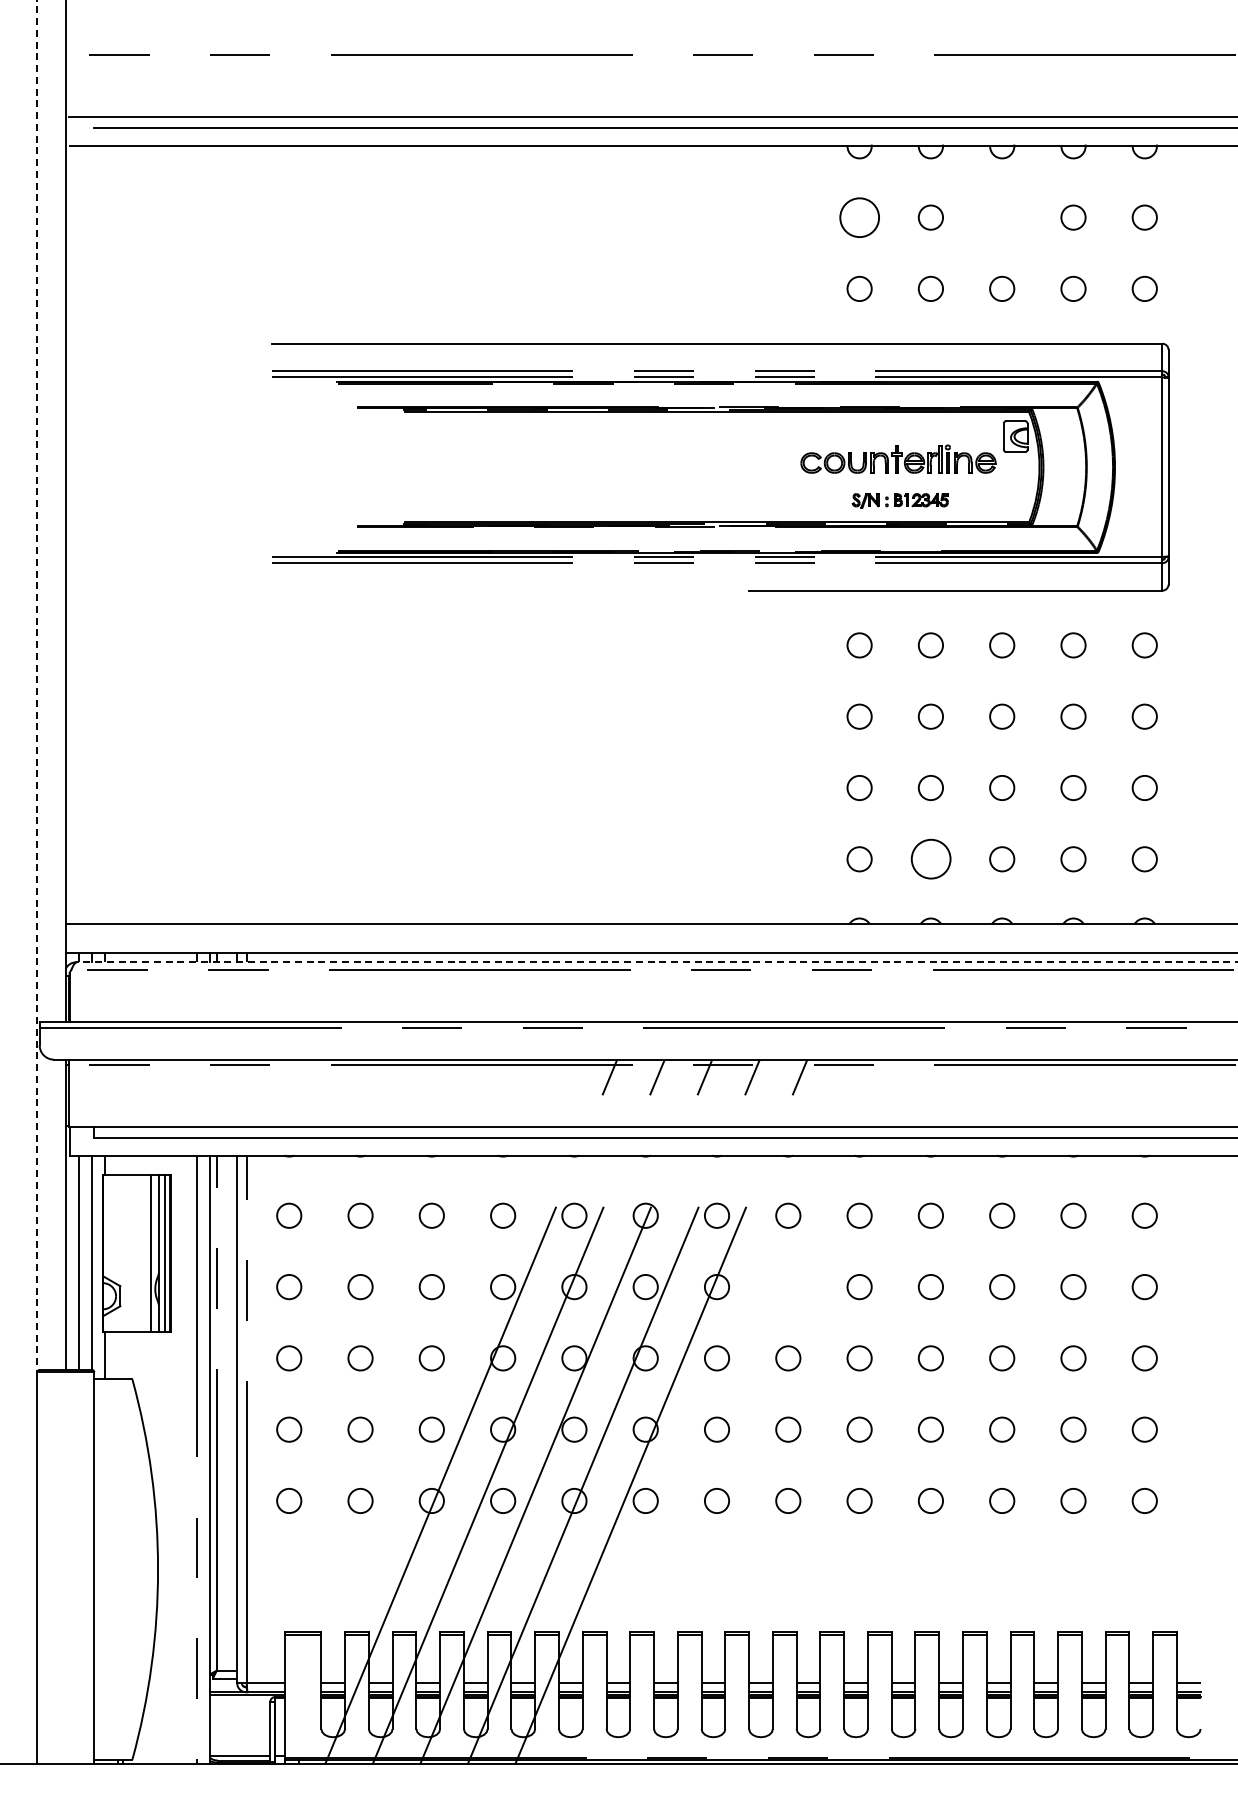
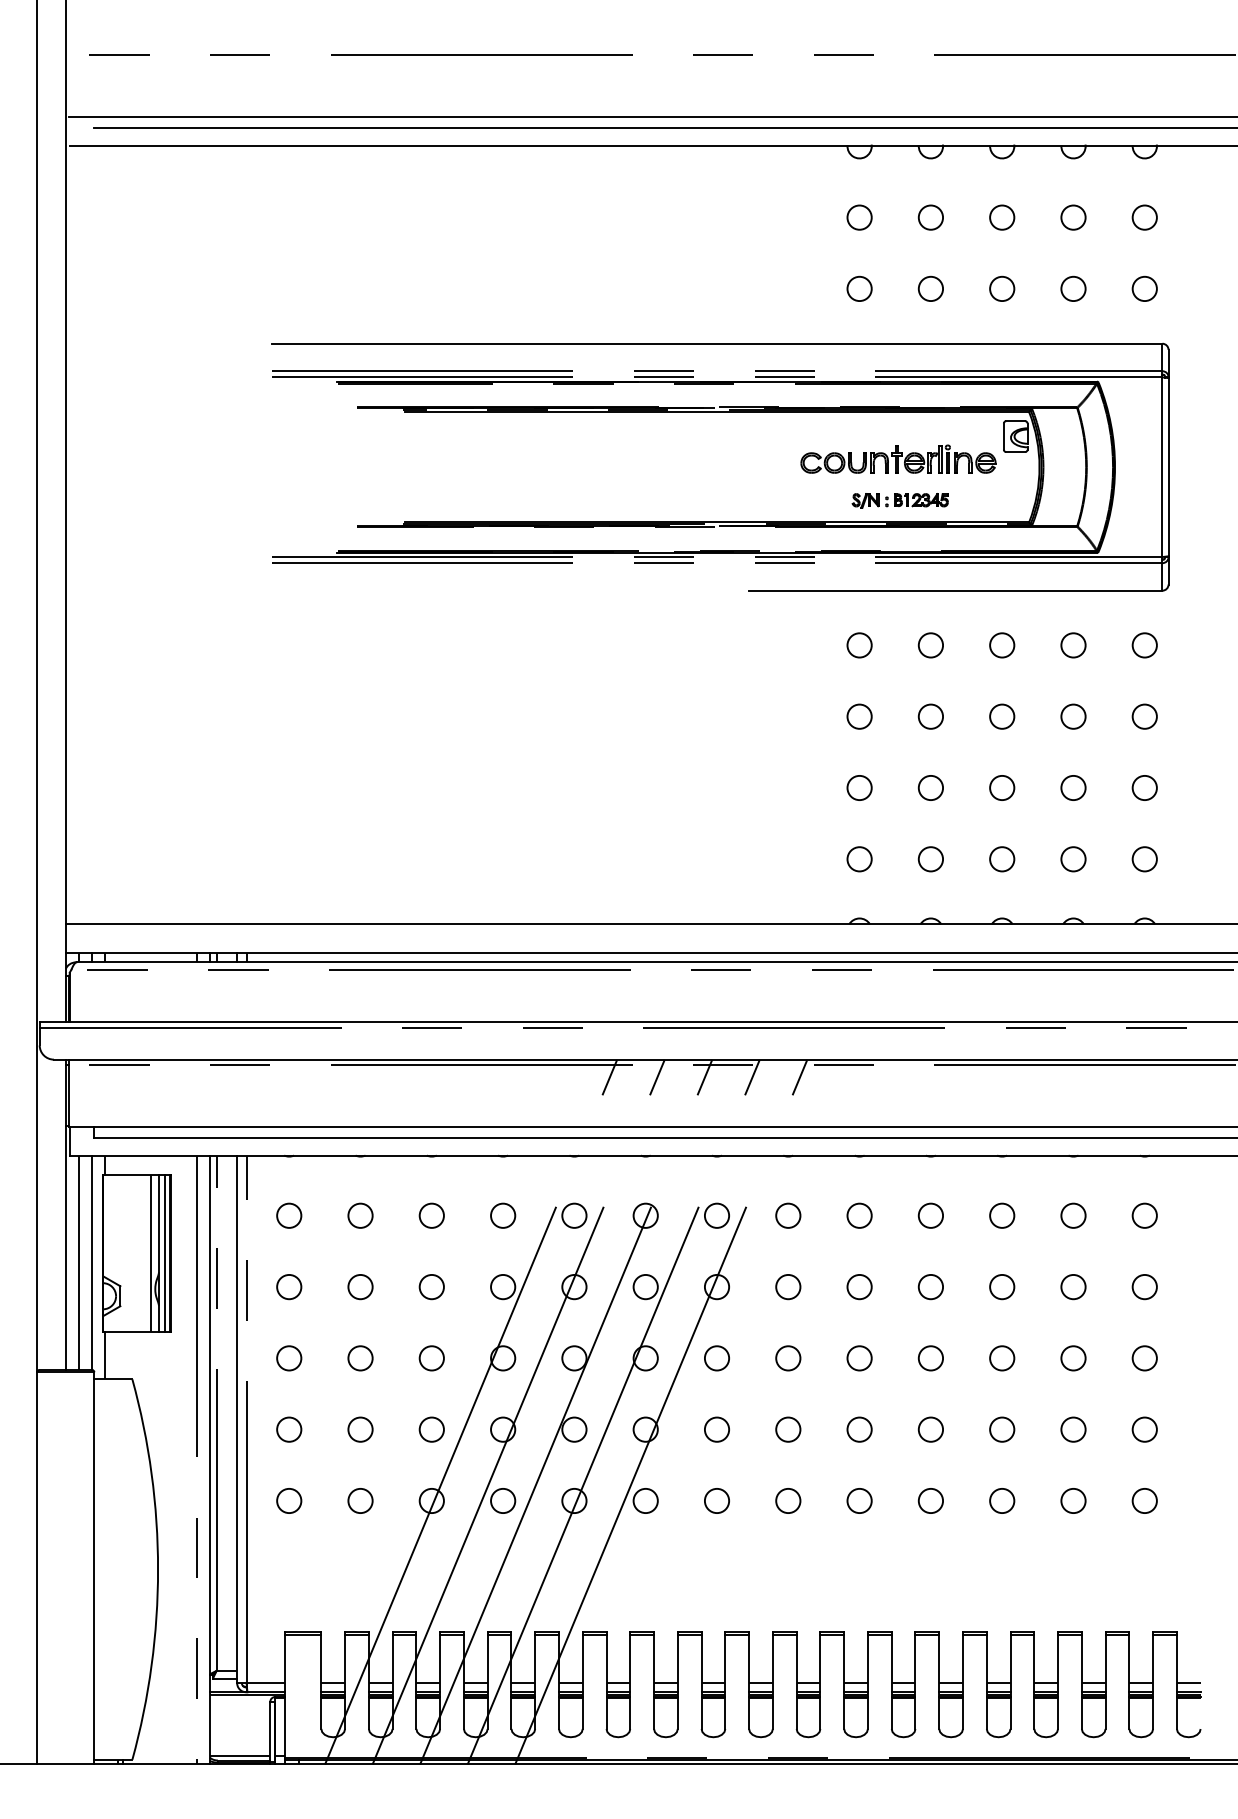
circle at (859, 217) size: 41x41 px -> 27x27 px
circle at (1002, 217): none -> present
line at (37, 686): dashed -> solid
circle at (930, 858) size: 42x42 px -> 27x27 px
line at (657, 962): dashed -> solid
circle at (788, 1287): none -> present
